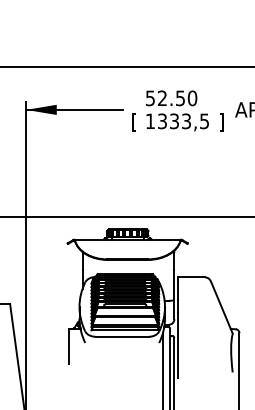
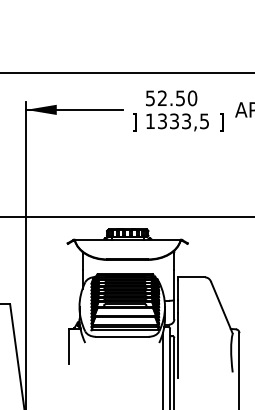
line at (126, 67) position: (126, 67) -> (126, 73)
text at (134, 122): [ -> ]
